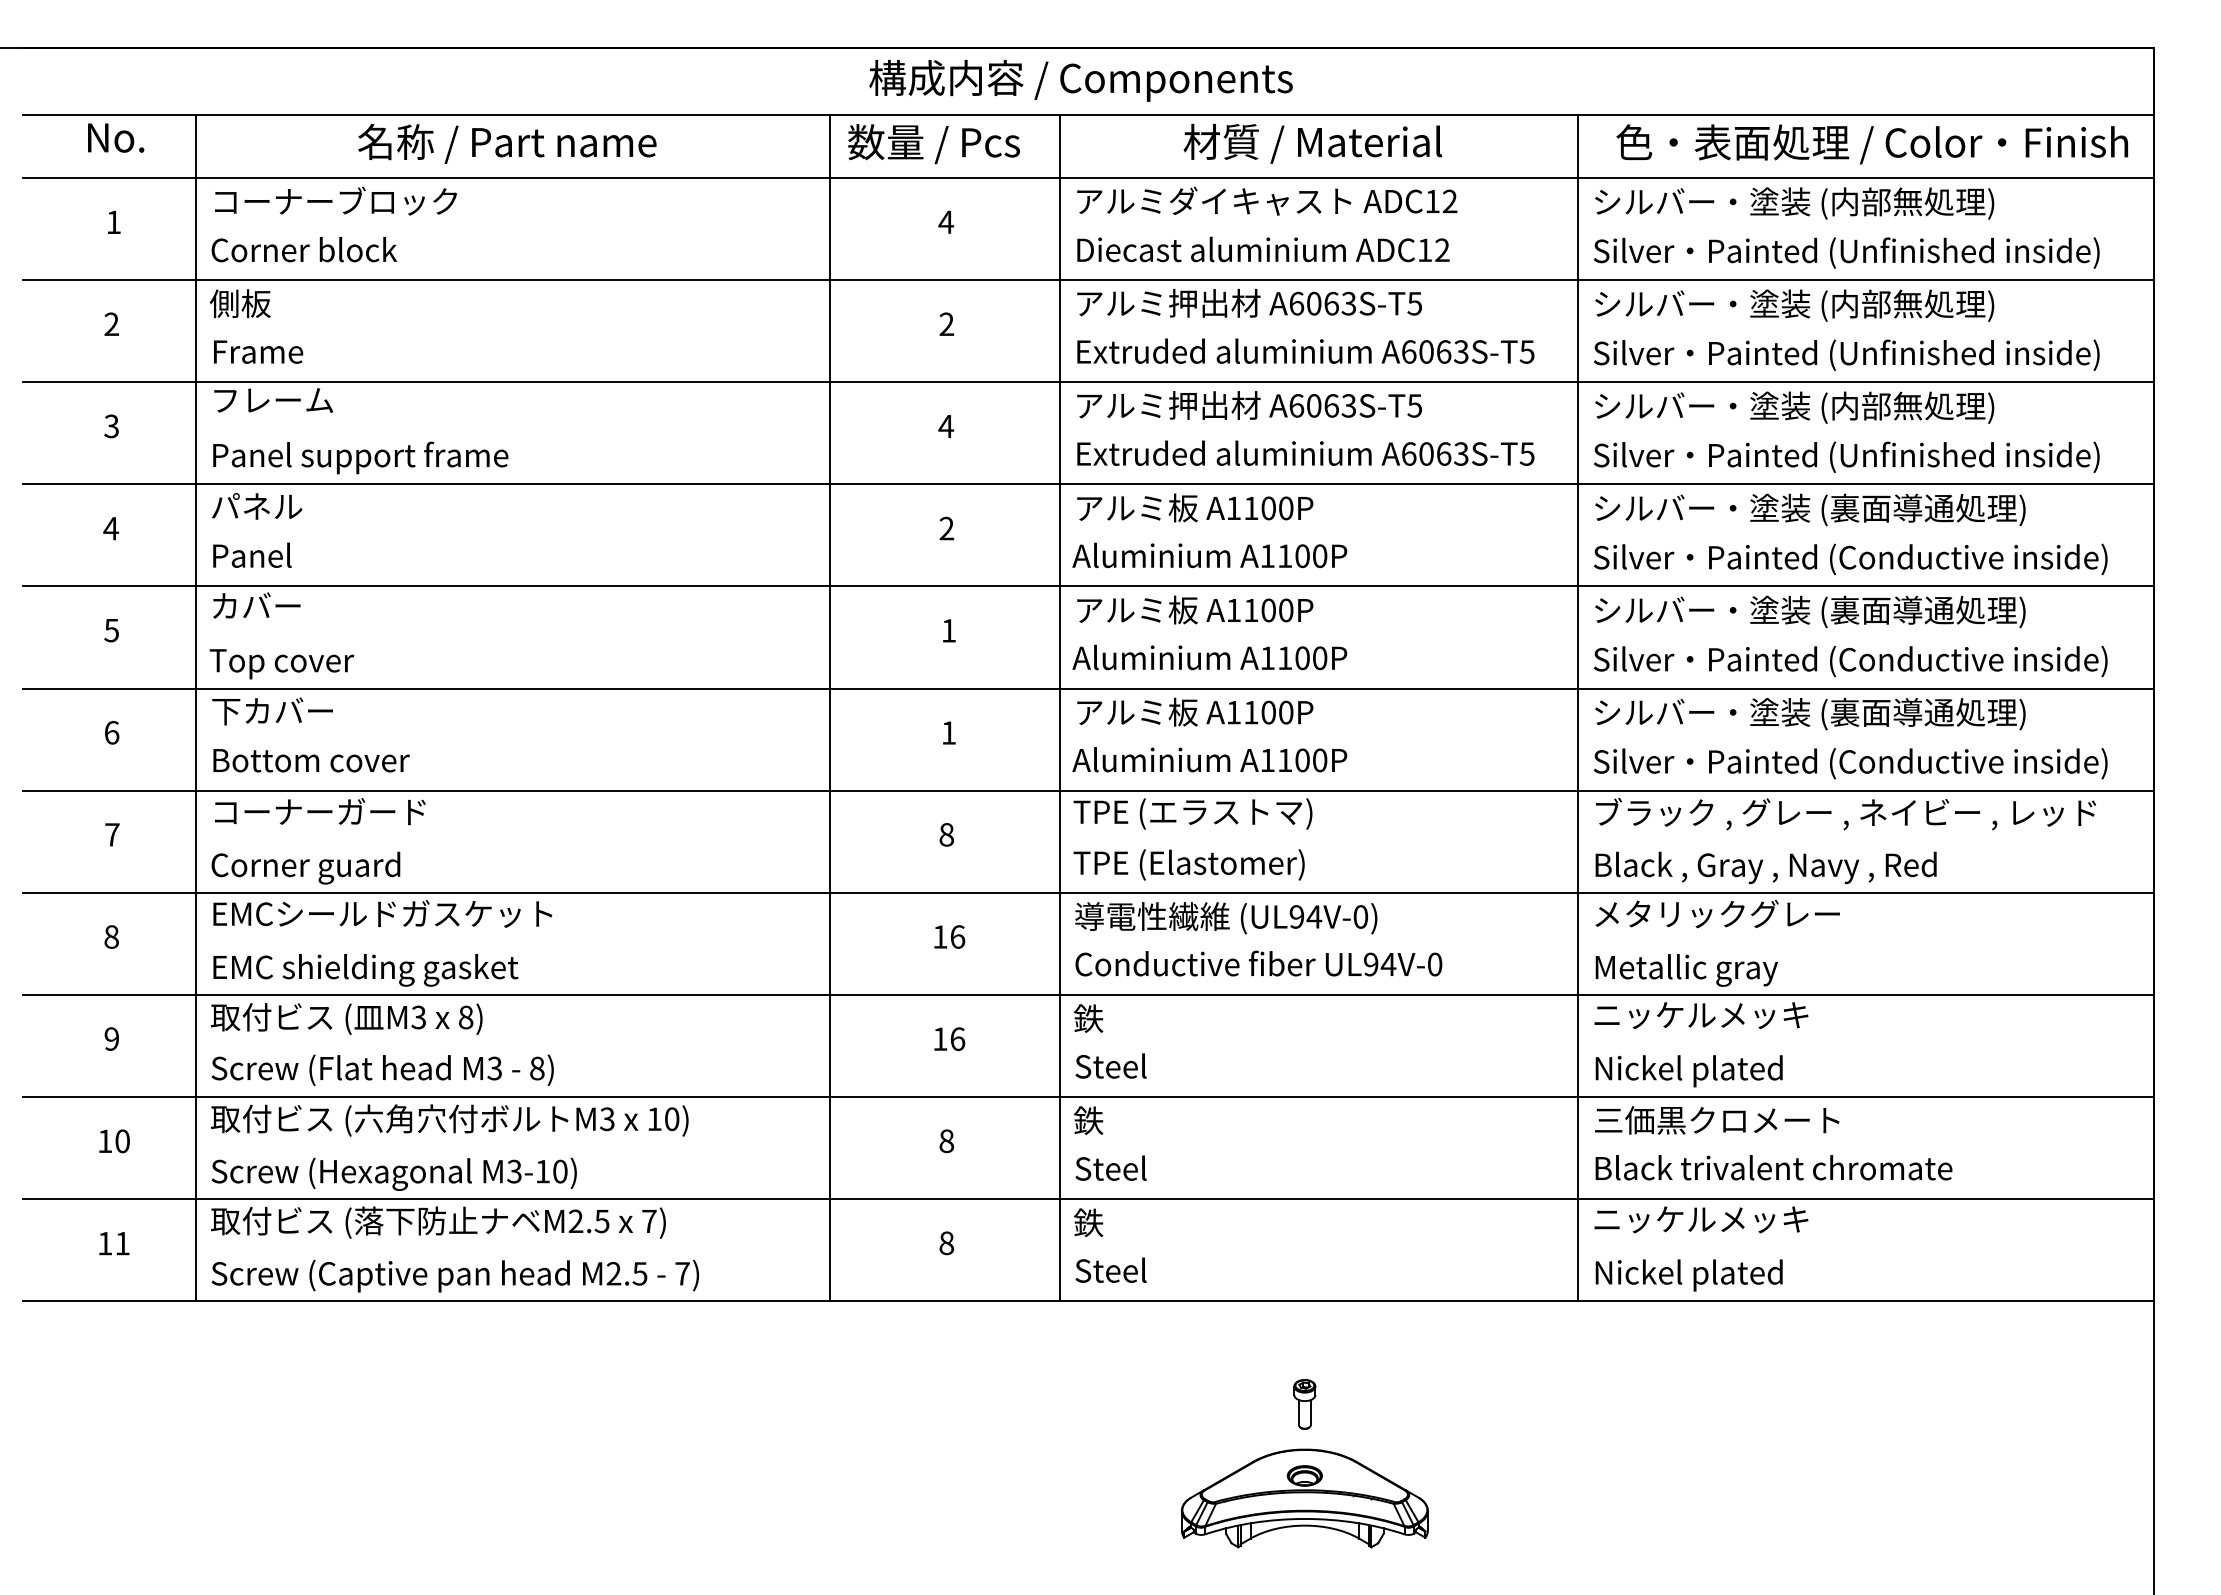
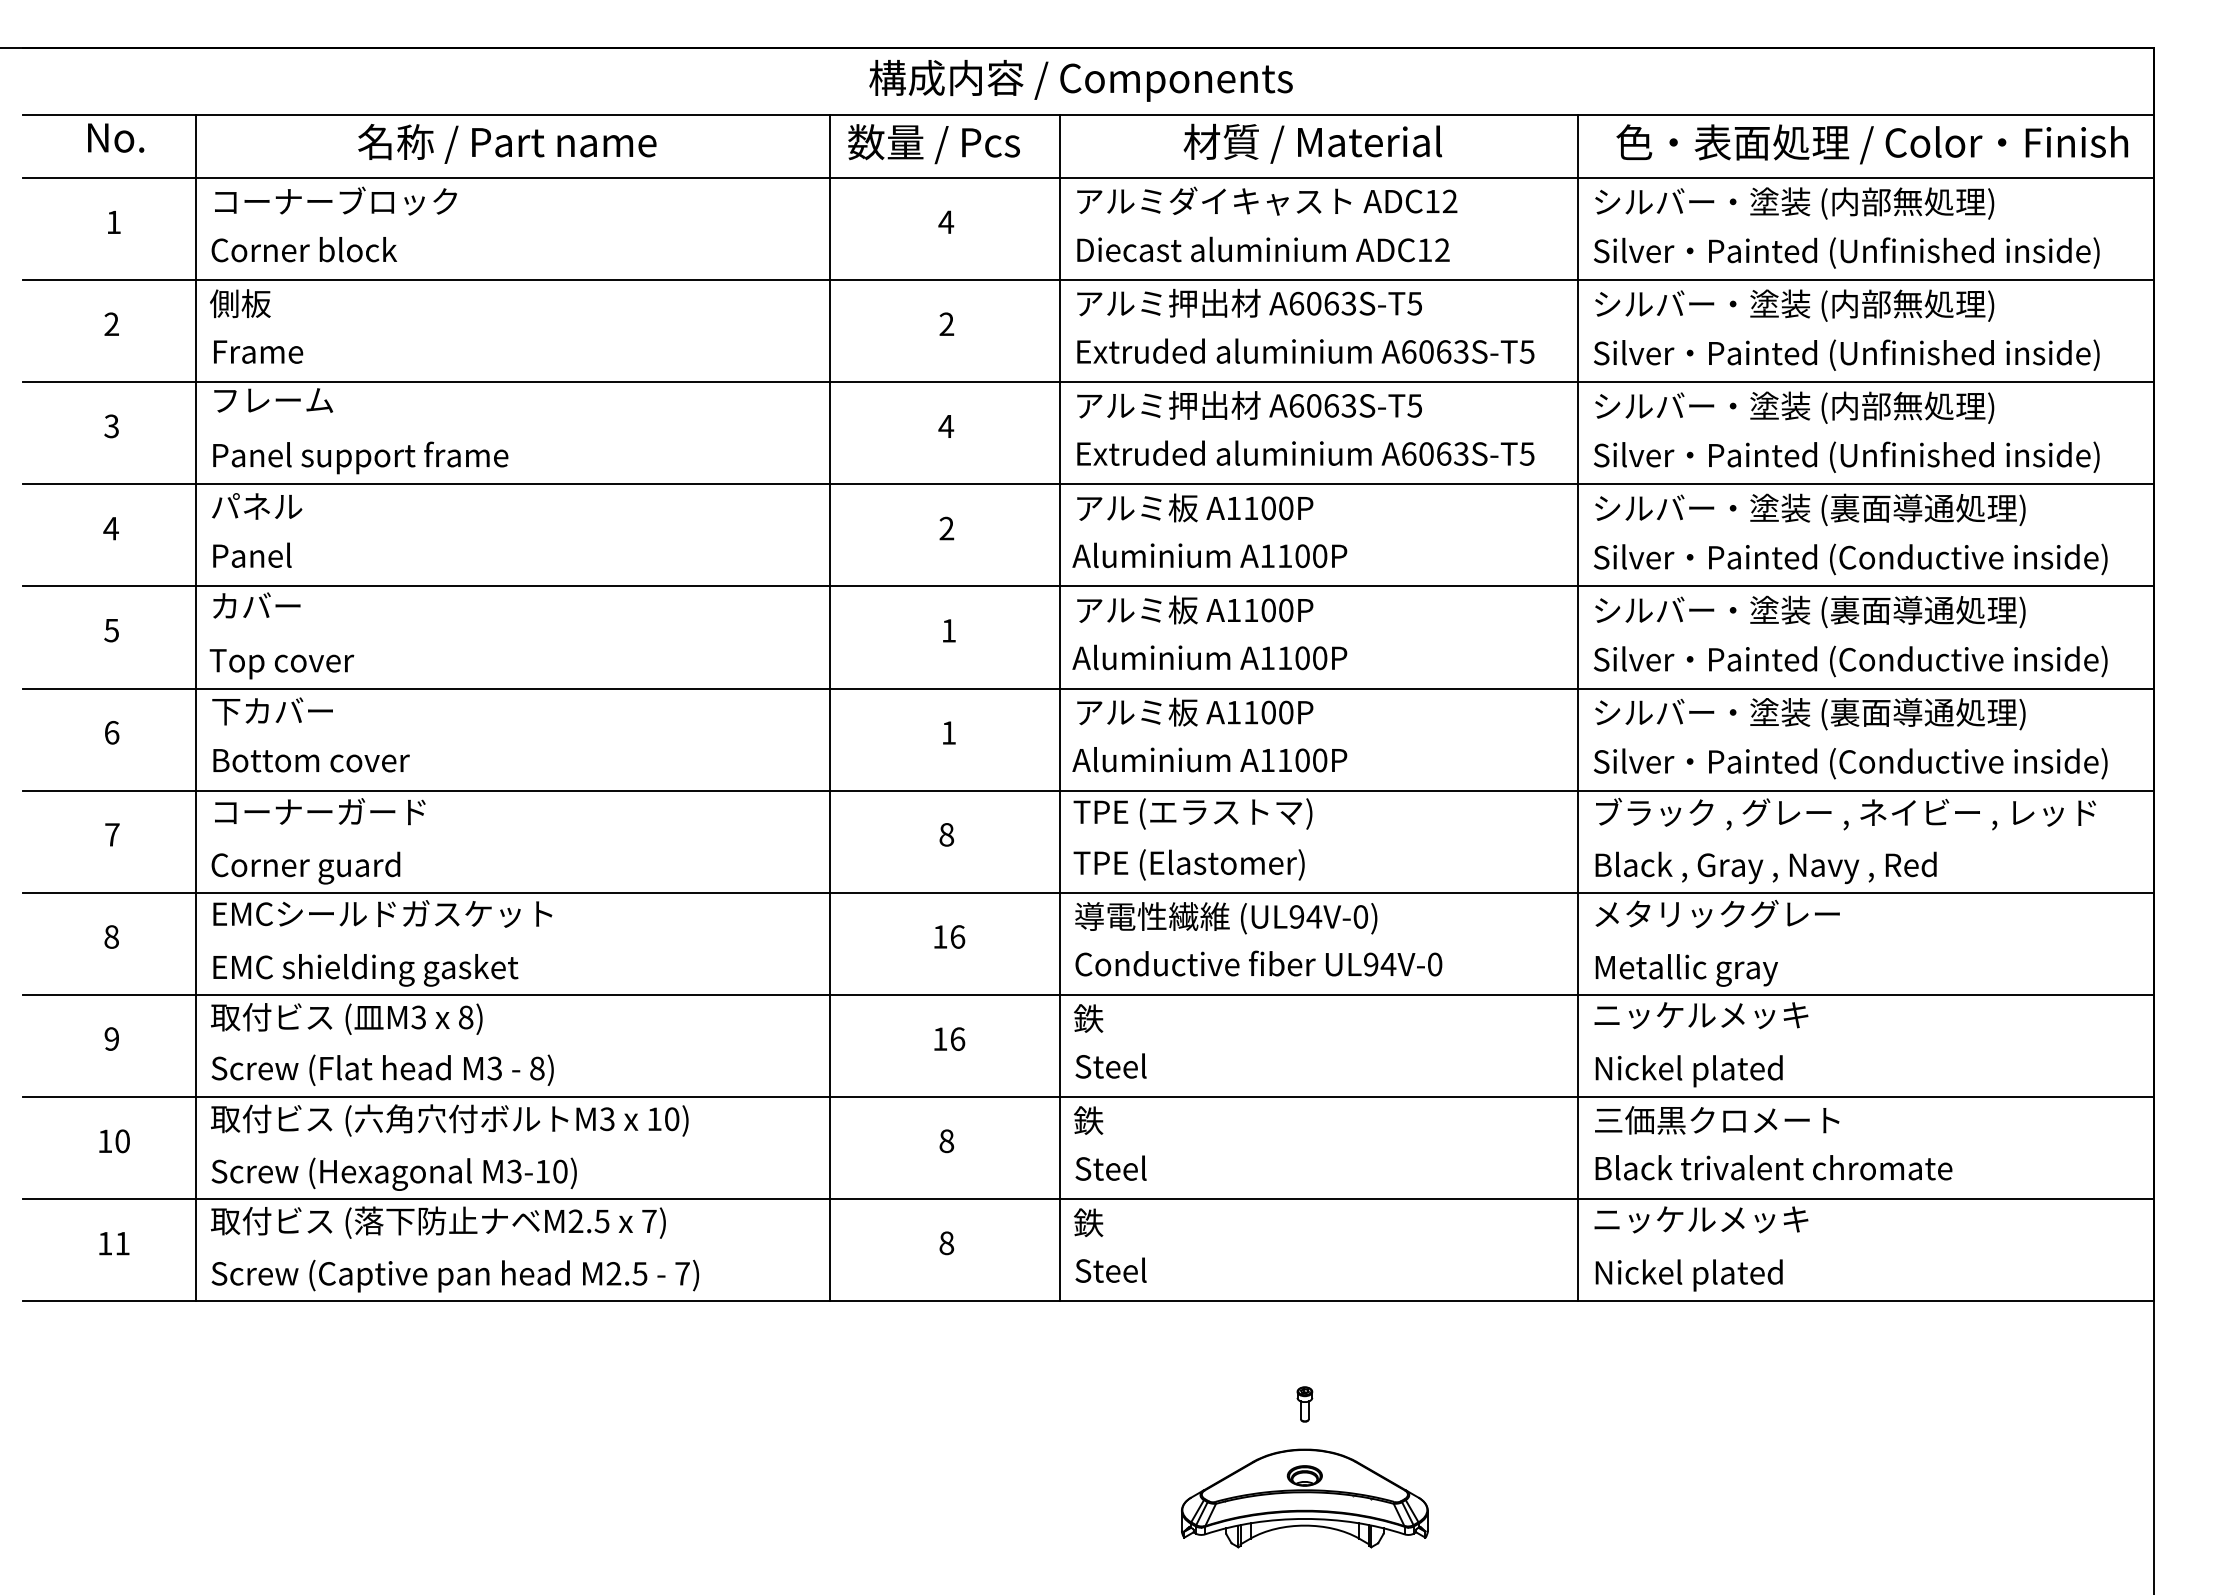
part at (1304, 1404) size: 24x51 px -> 18x37 px
